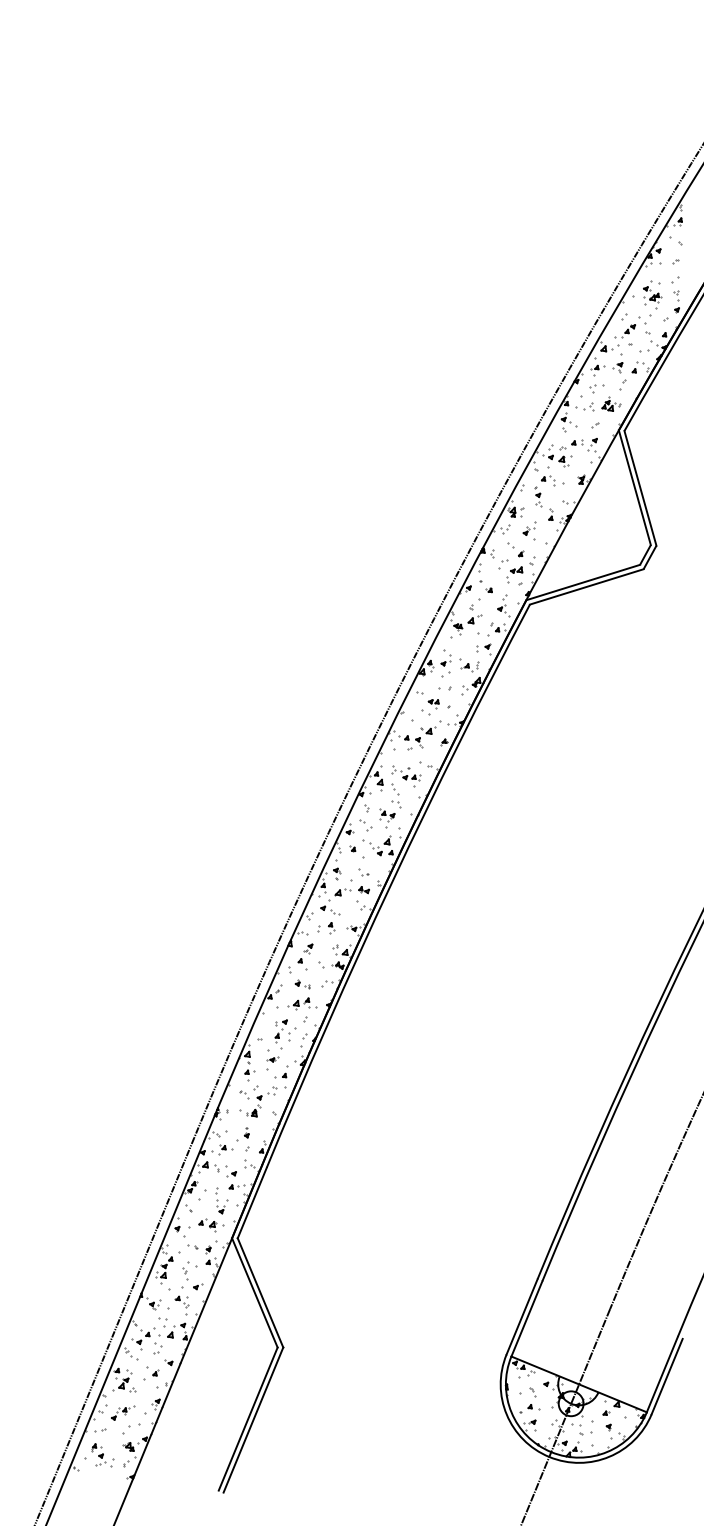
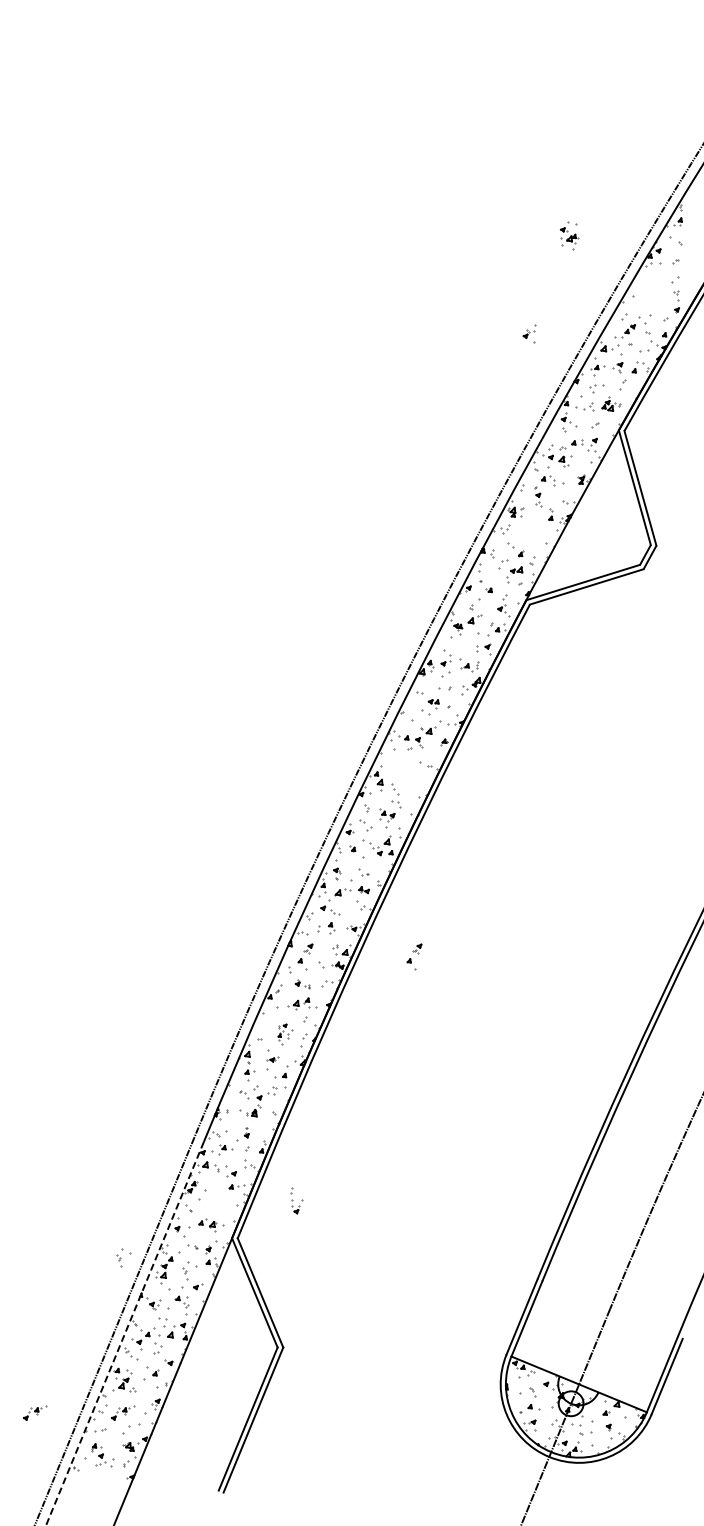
part at (652, 294) position: (652, 294) -> (569, 235)
part at (529, 530) position: (529, 530) -> (529, 333)
part at (406, 776): present -> none
part at (414, 956): none -> present
part at (285, 1034) size: 23x31 px -> 17x23 px
part at (221, 1200) position: (221, 1200) -> (296, 1200)
part at (123, 1257): none -> present
line at (124, 1334): solid -> dashed
part at (35, 1412): none -> present
